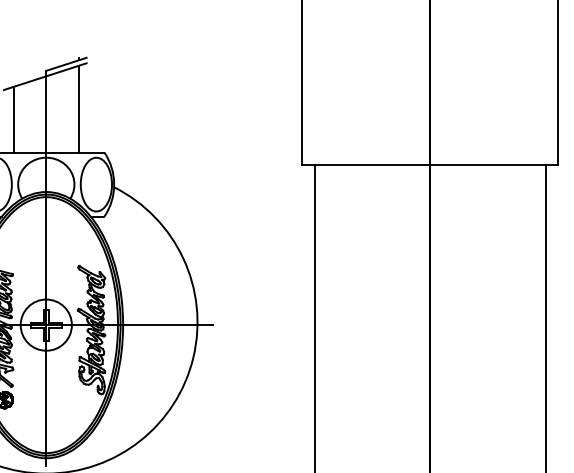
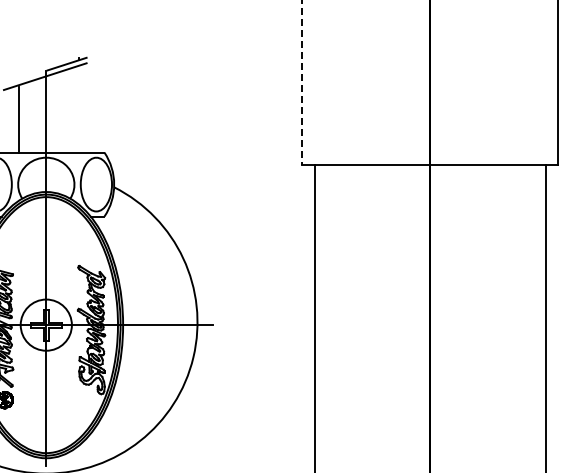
line at (302, 83): solid -> dashed
line at (78, 108): present -> none
line at (13, 119) position: (13, 119) -> (18, 119)
